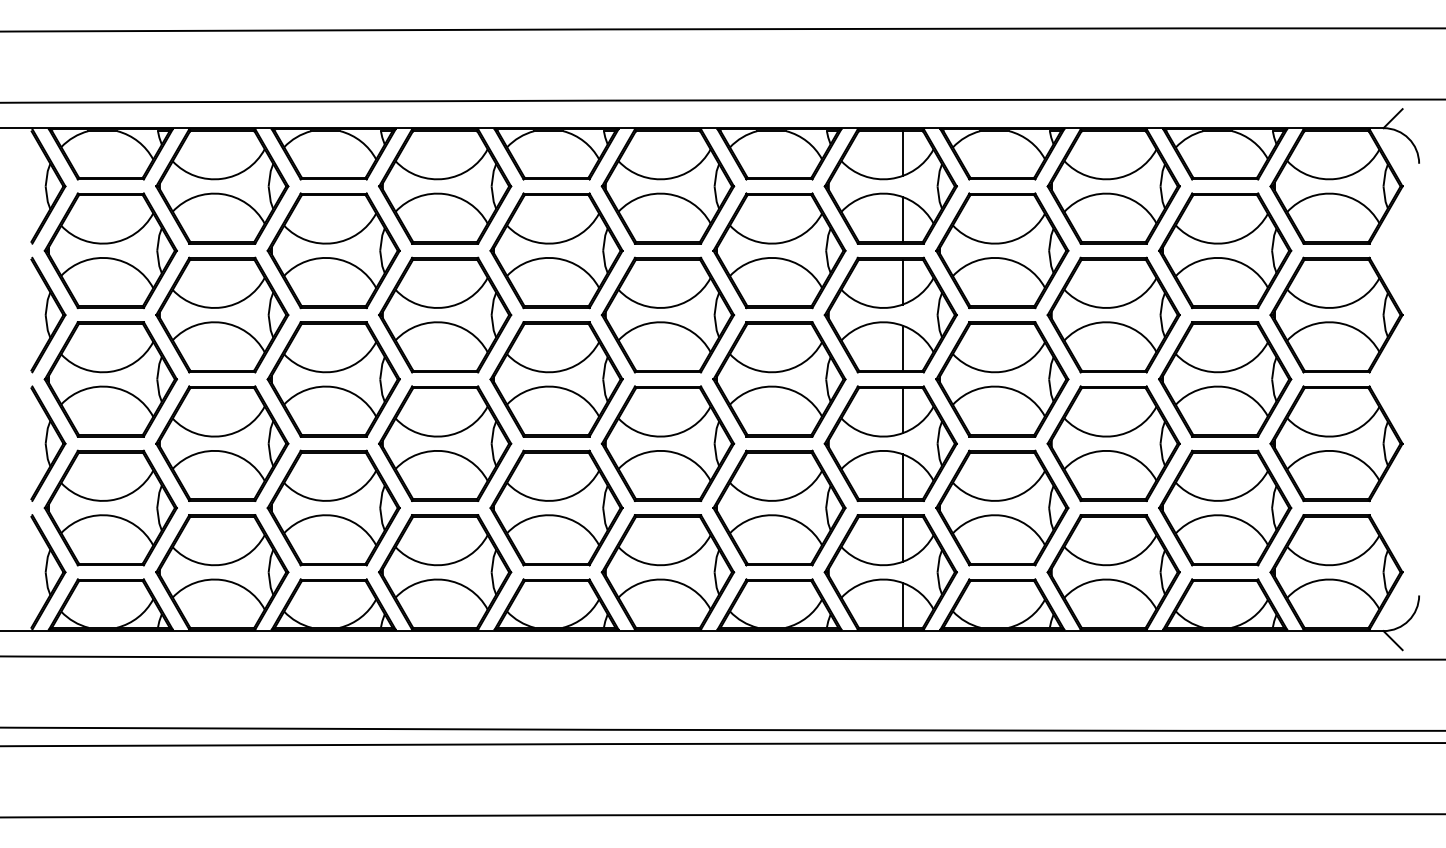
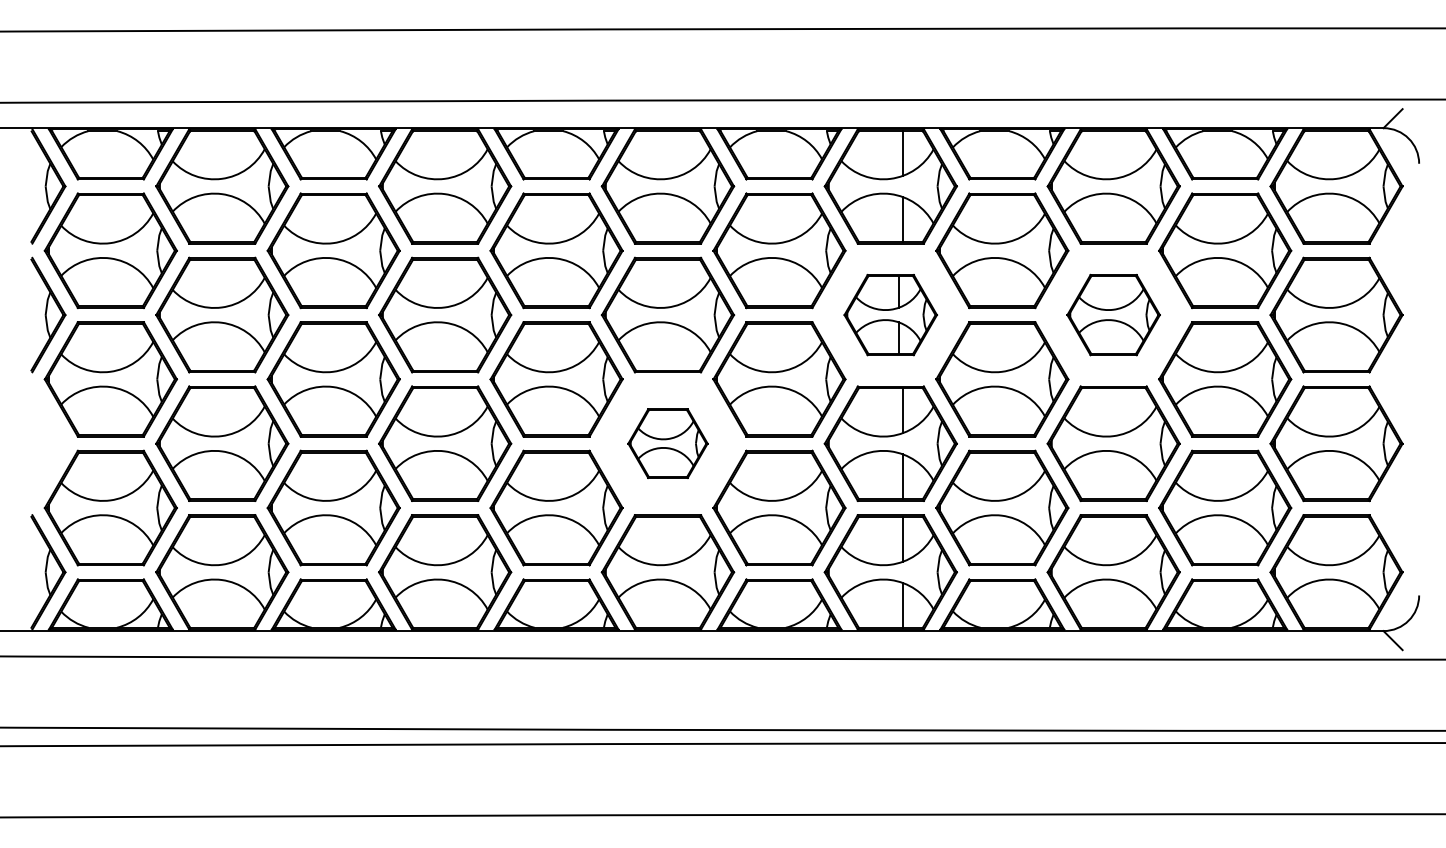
part at (890, 314) size: 135x118 px -> 95x84 px
part at (1113, 314) size: 135x118 px -> 95x84 px
part at (48, 443): present -> none
part at (667, 443) size: 136x117 px -> 82x71 px
